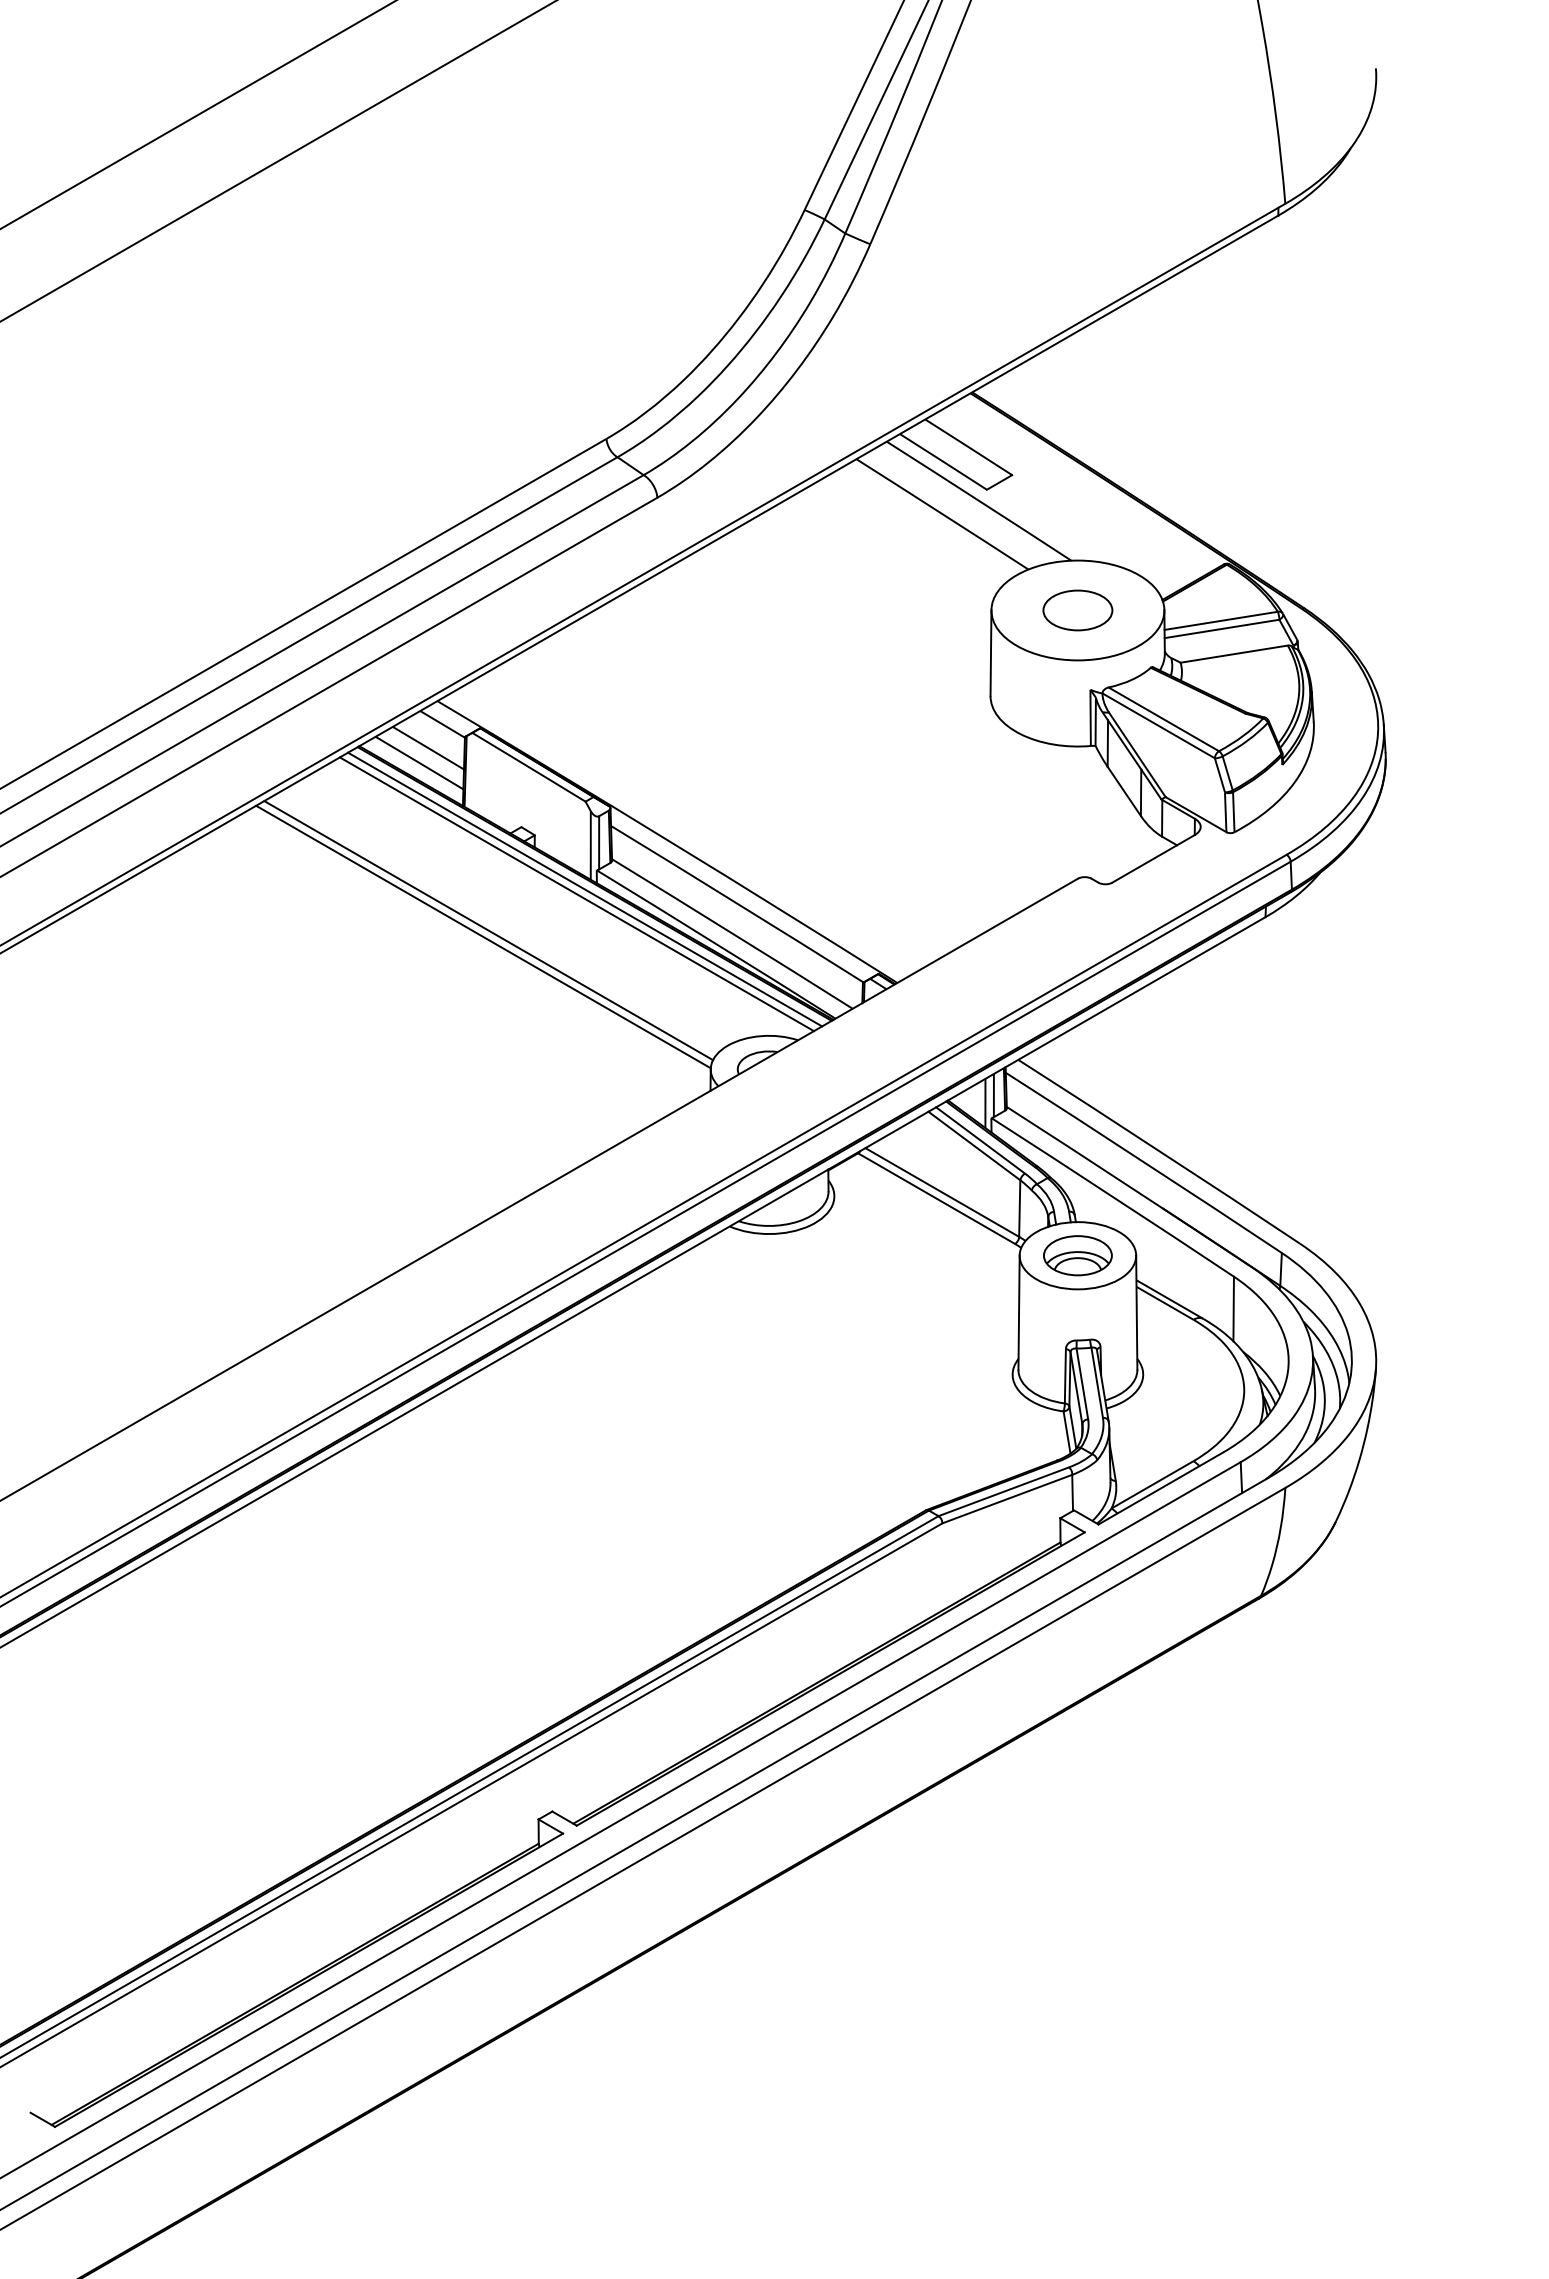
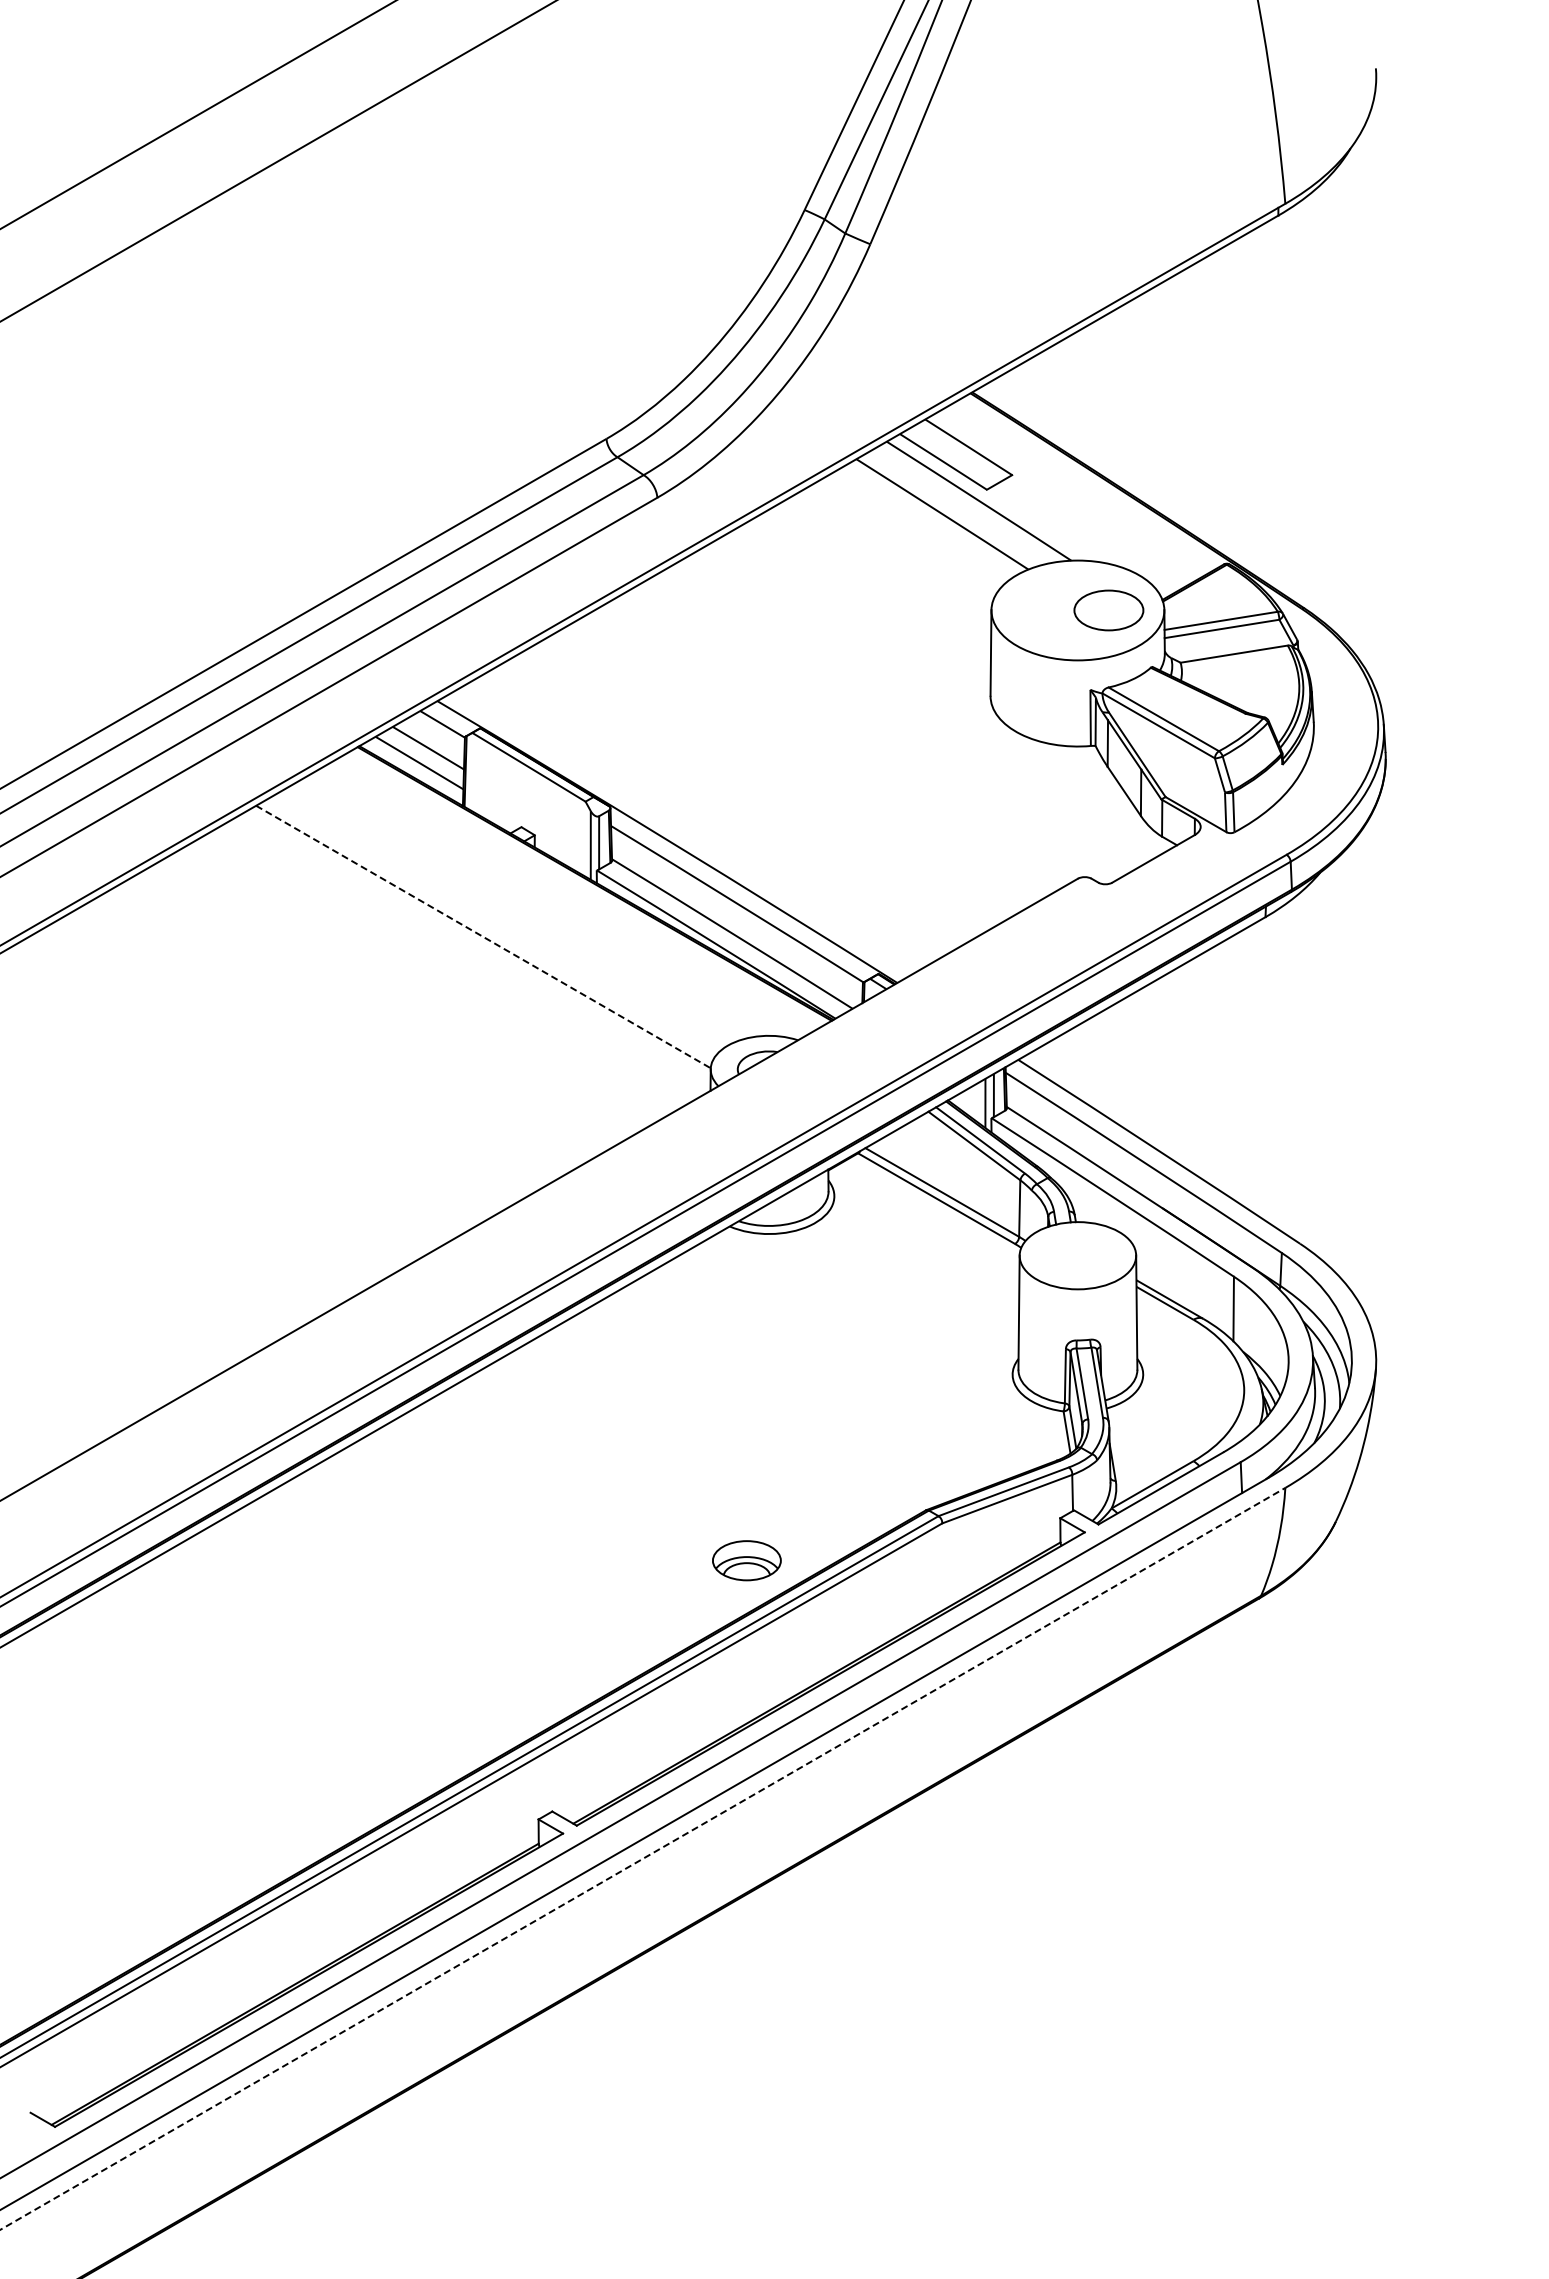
part at (1077, 610) position: (1077, 610) -> (1108, 610)
line at (585, 889): present -> none
line at (576, 894): present -> none
line at (488, 930): present -> none
line at (483, 937): solid -> dashed
part at (1077, 1255) position: (1077, 1255) -> (746, 1560)
line at (642, 1858): solid -> dashed
